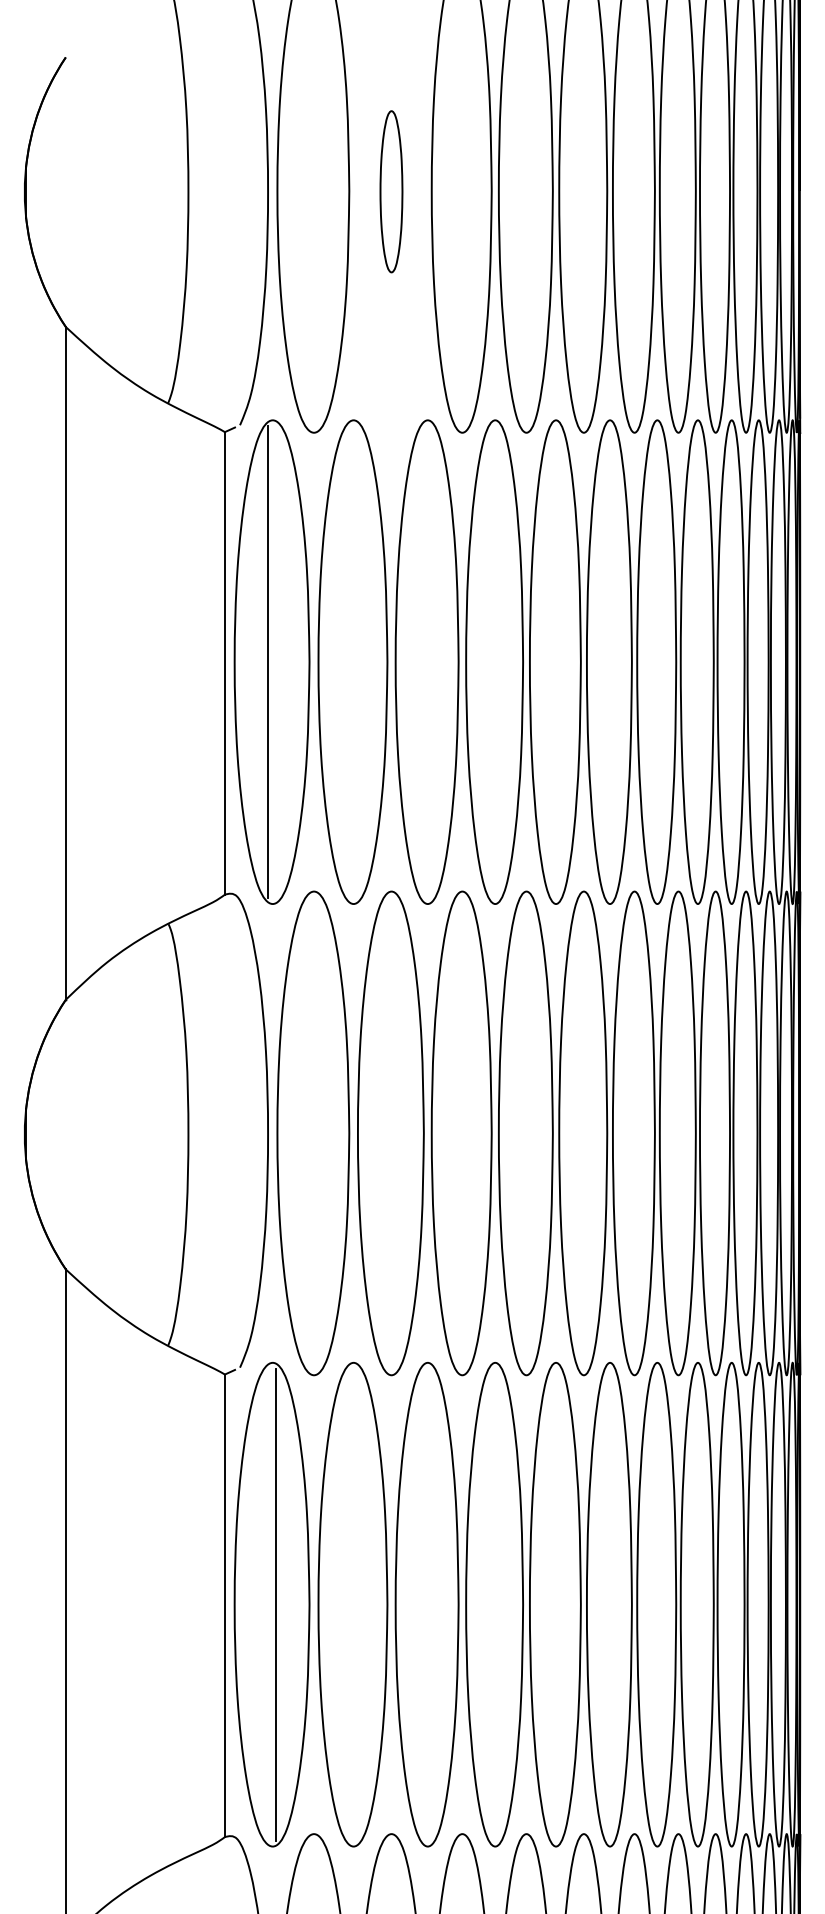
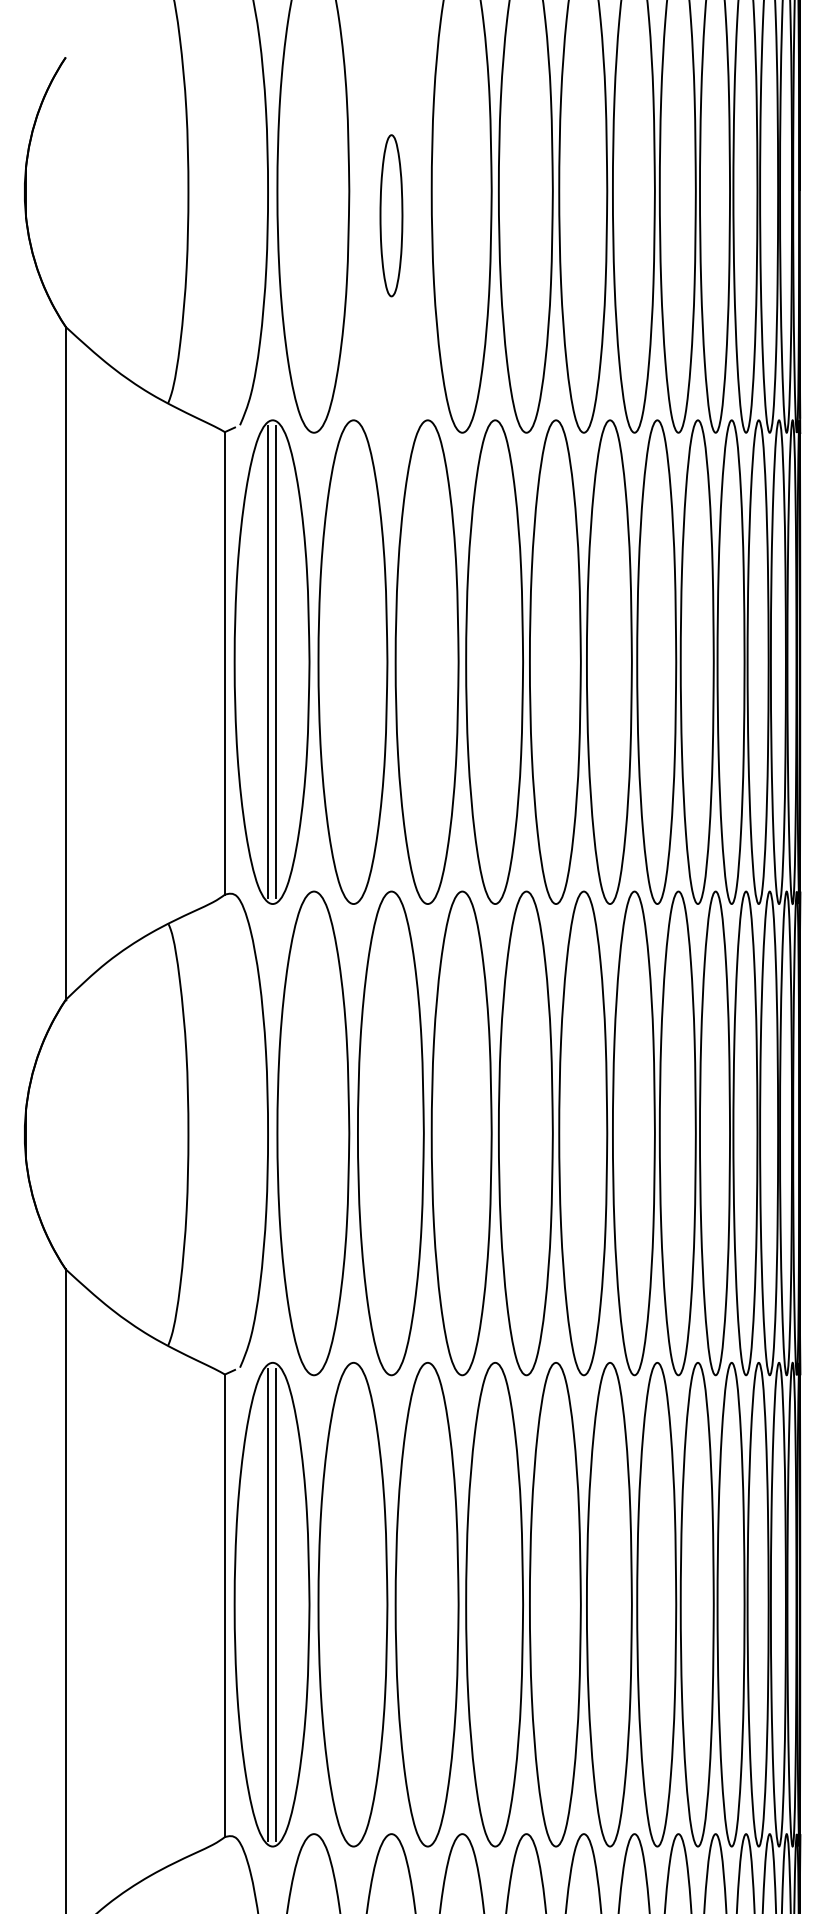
part at (391, 191) position: (391, 191) -> (391, 215)
line at (276, 661): none -> present
line at (267, 1604): none -> present
